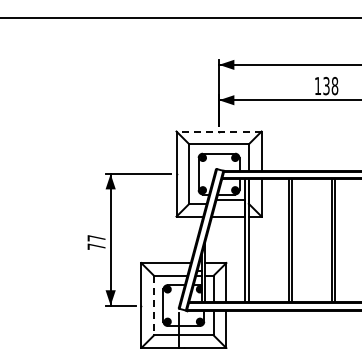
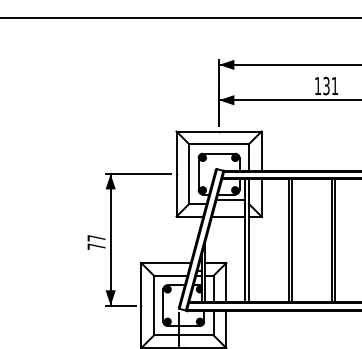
text at (334, 86): 138 -> 131
line at (219, 131): dashed -> solid
line at (154, 305): dashed -> solid
